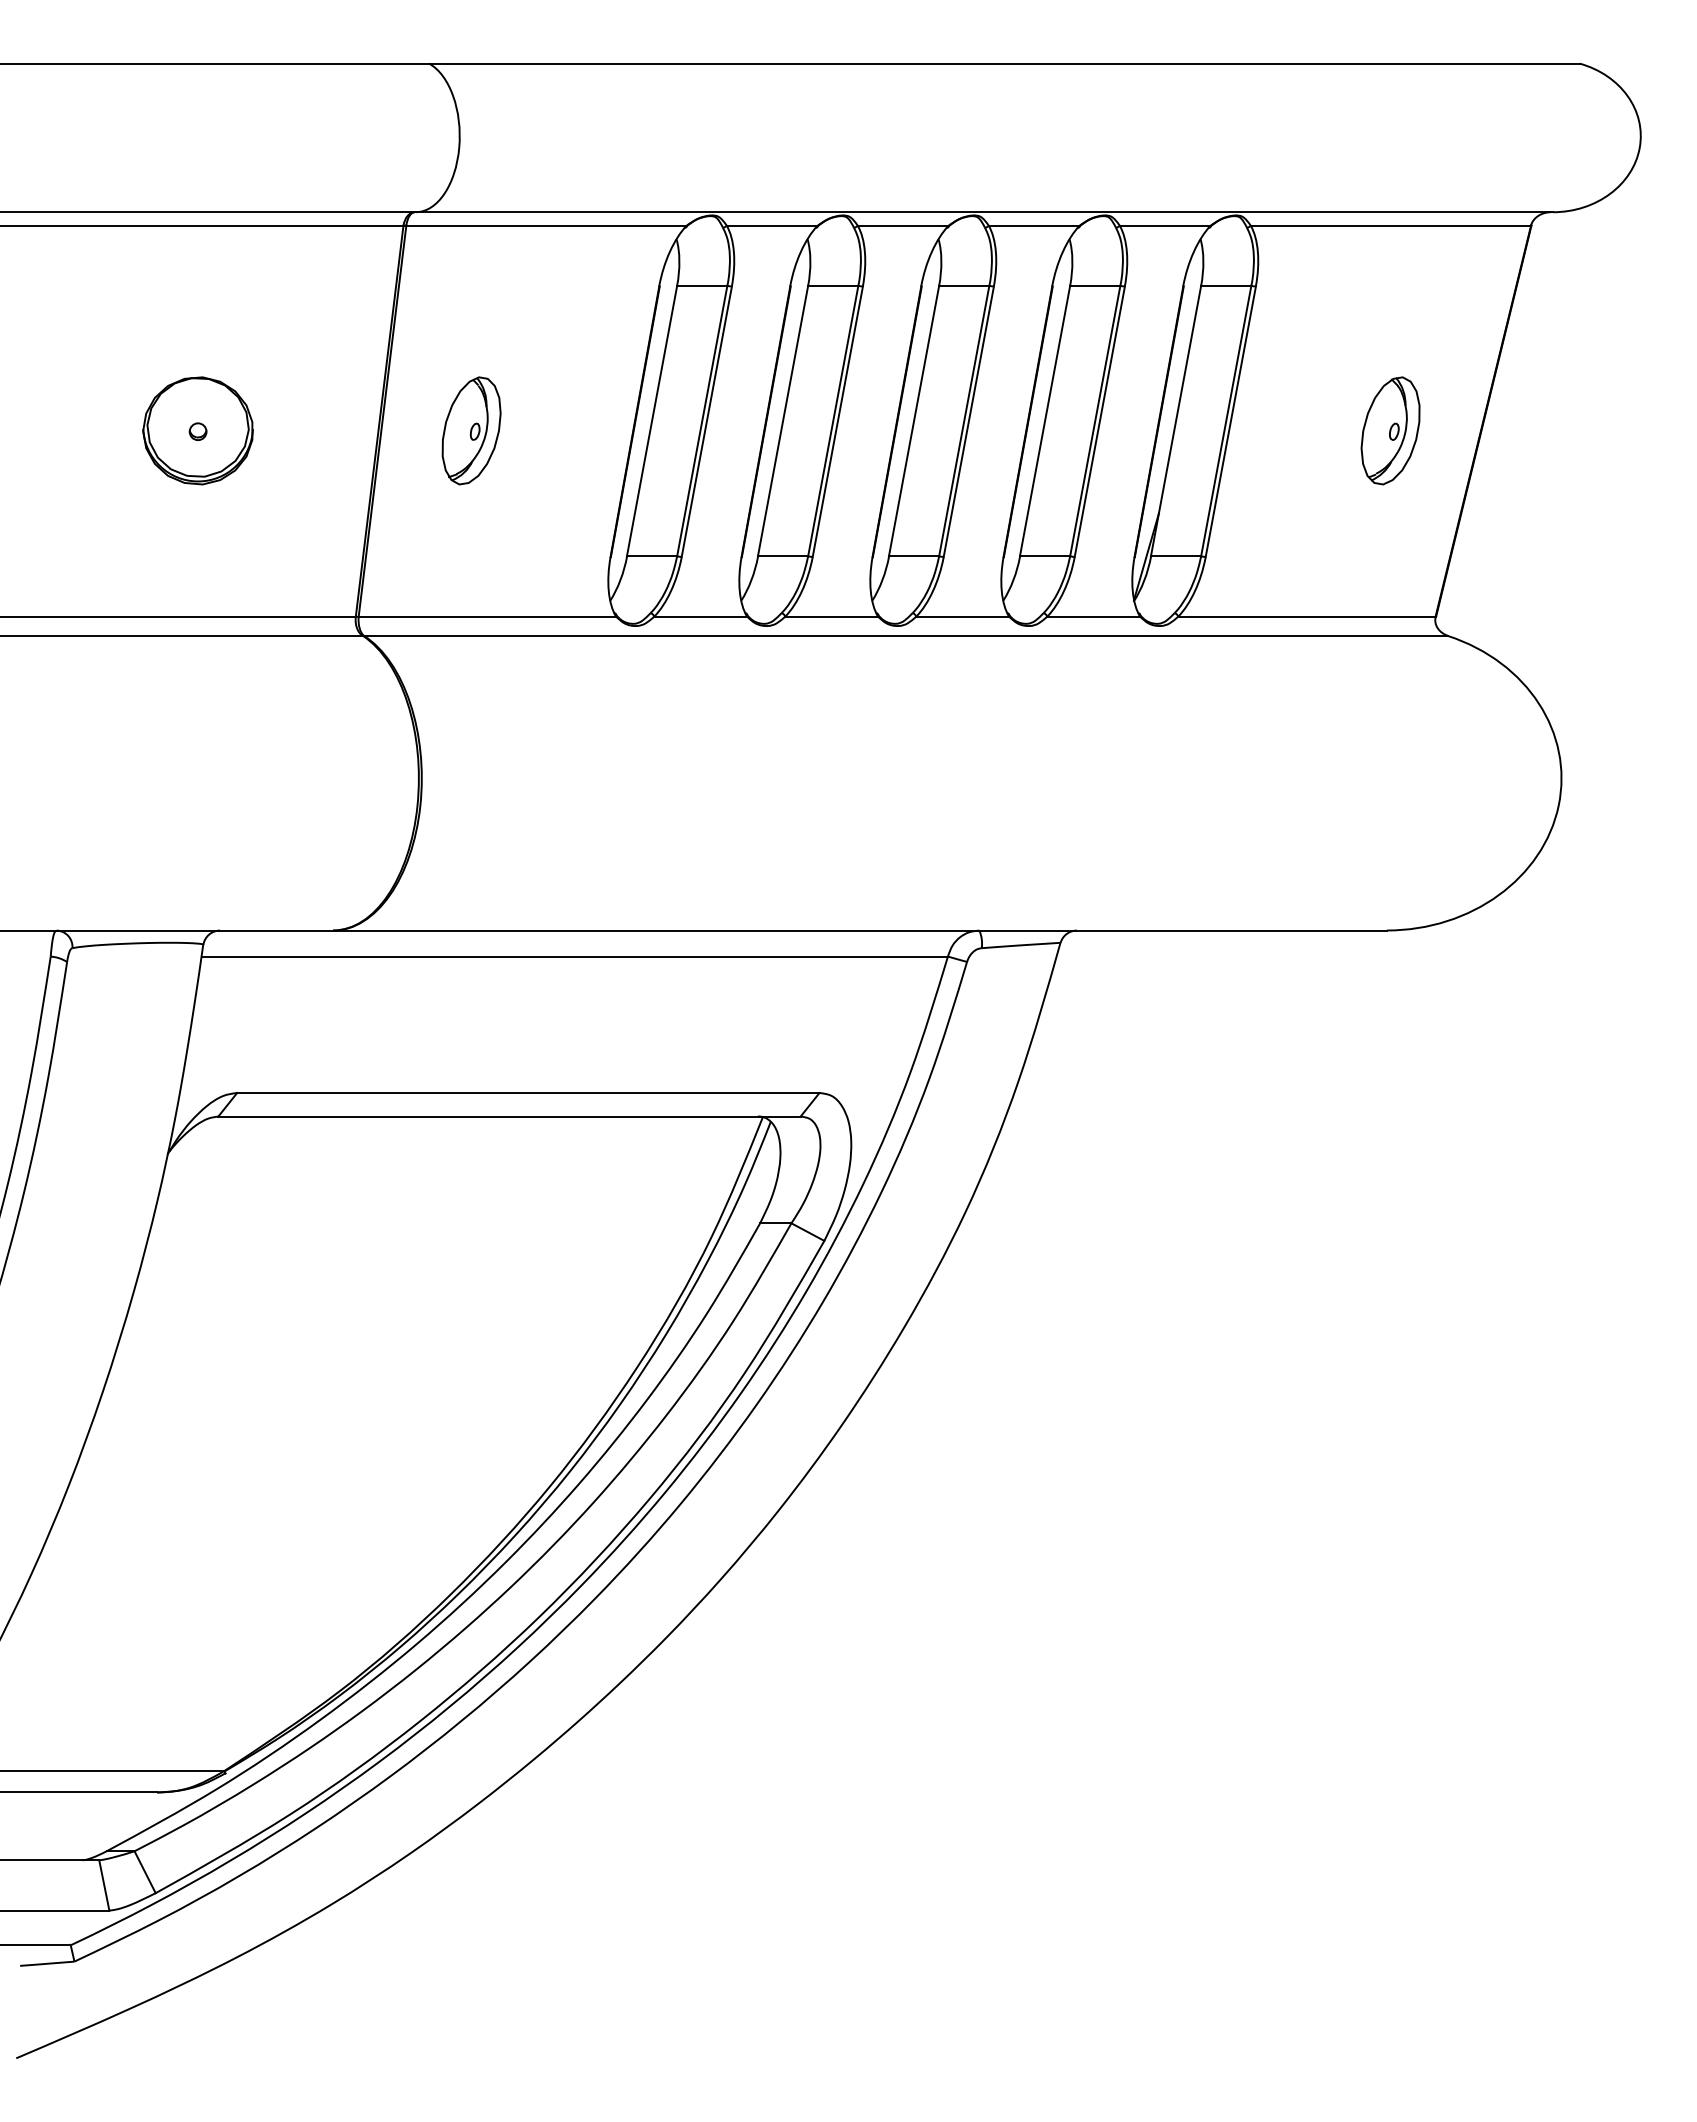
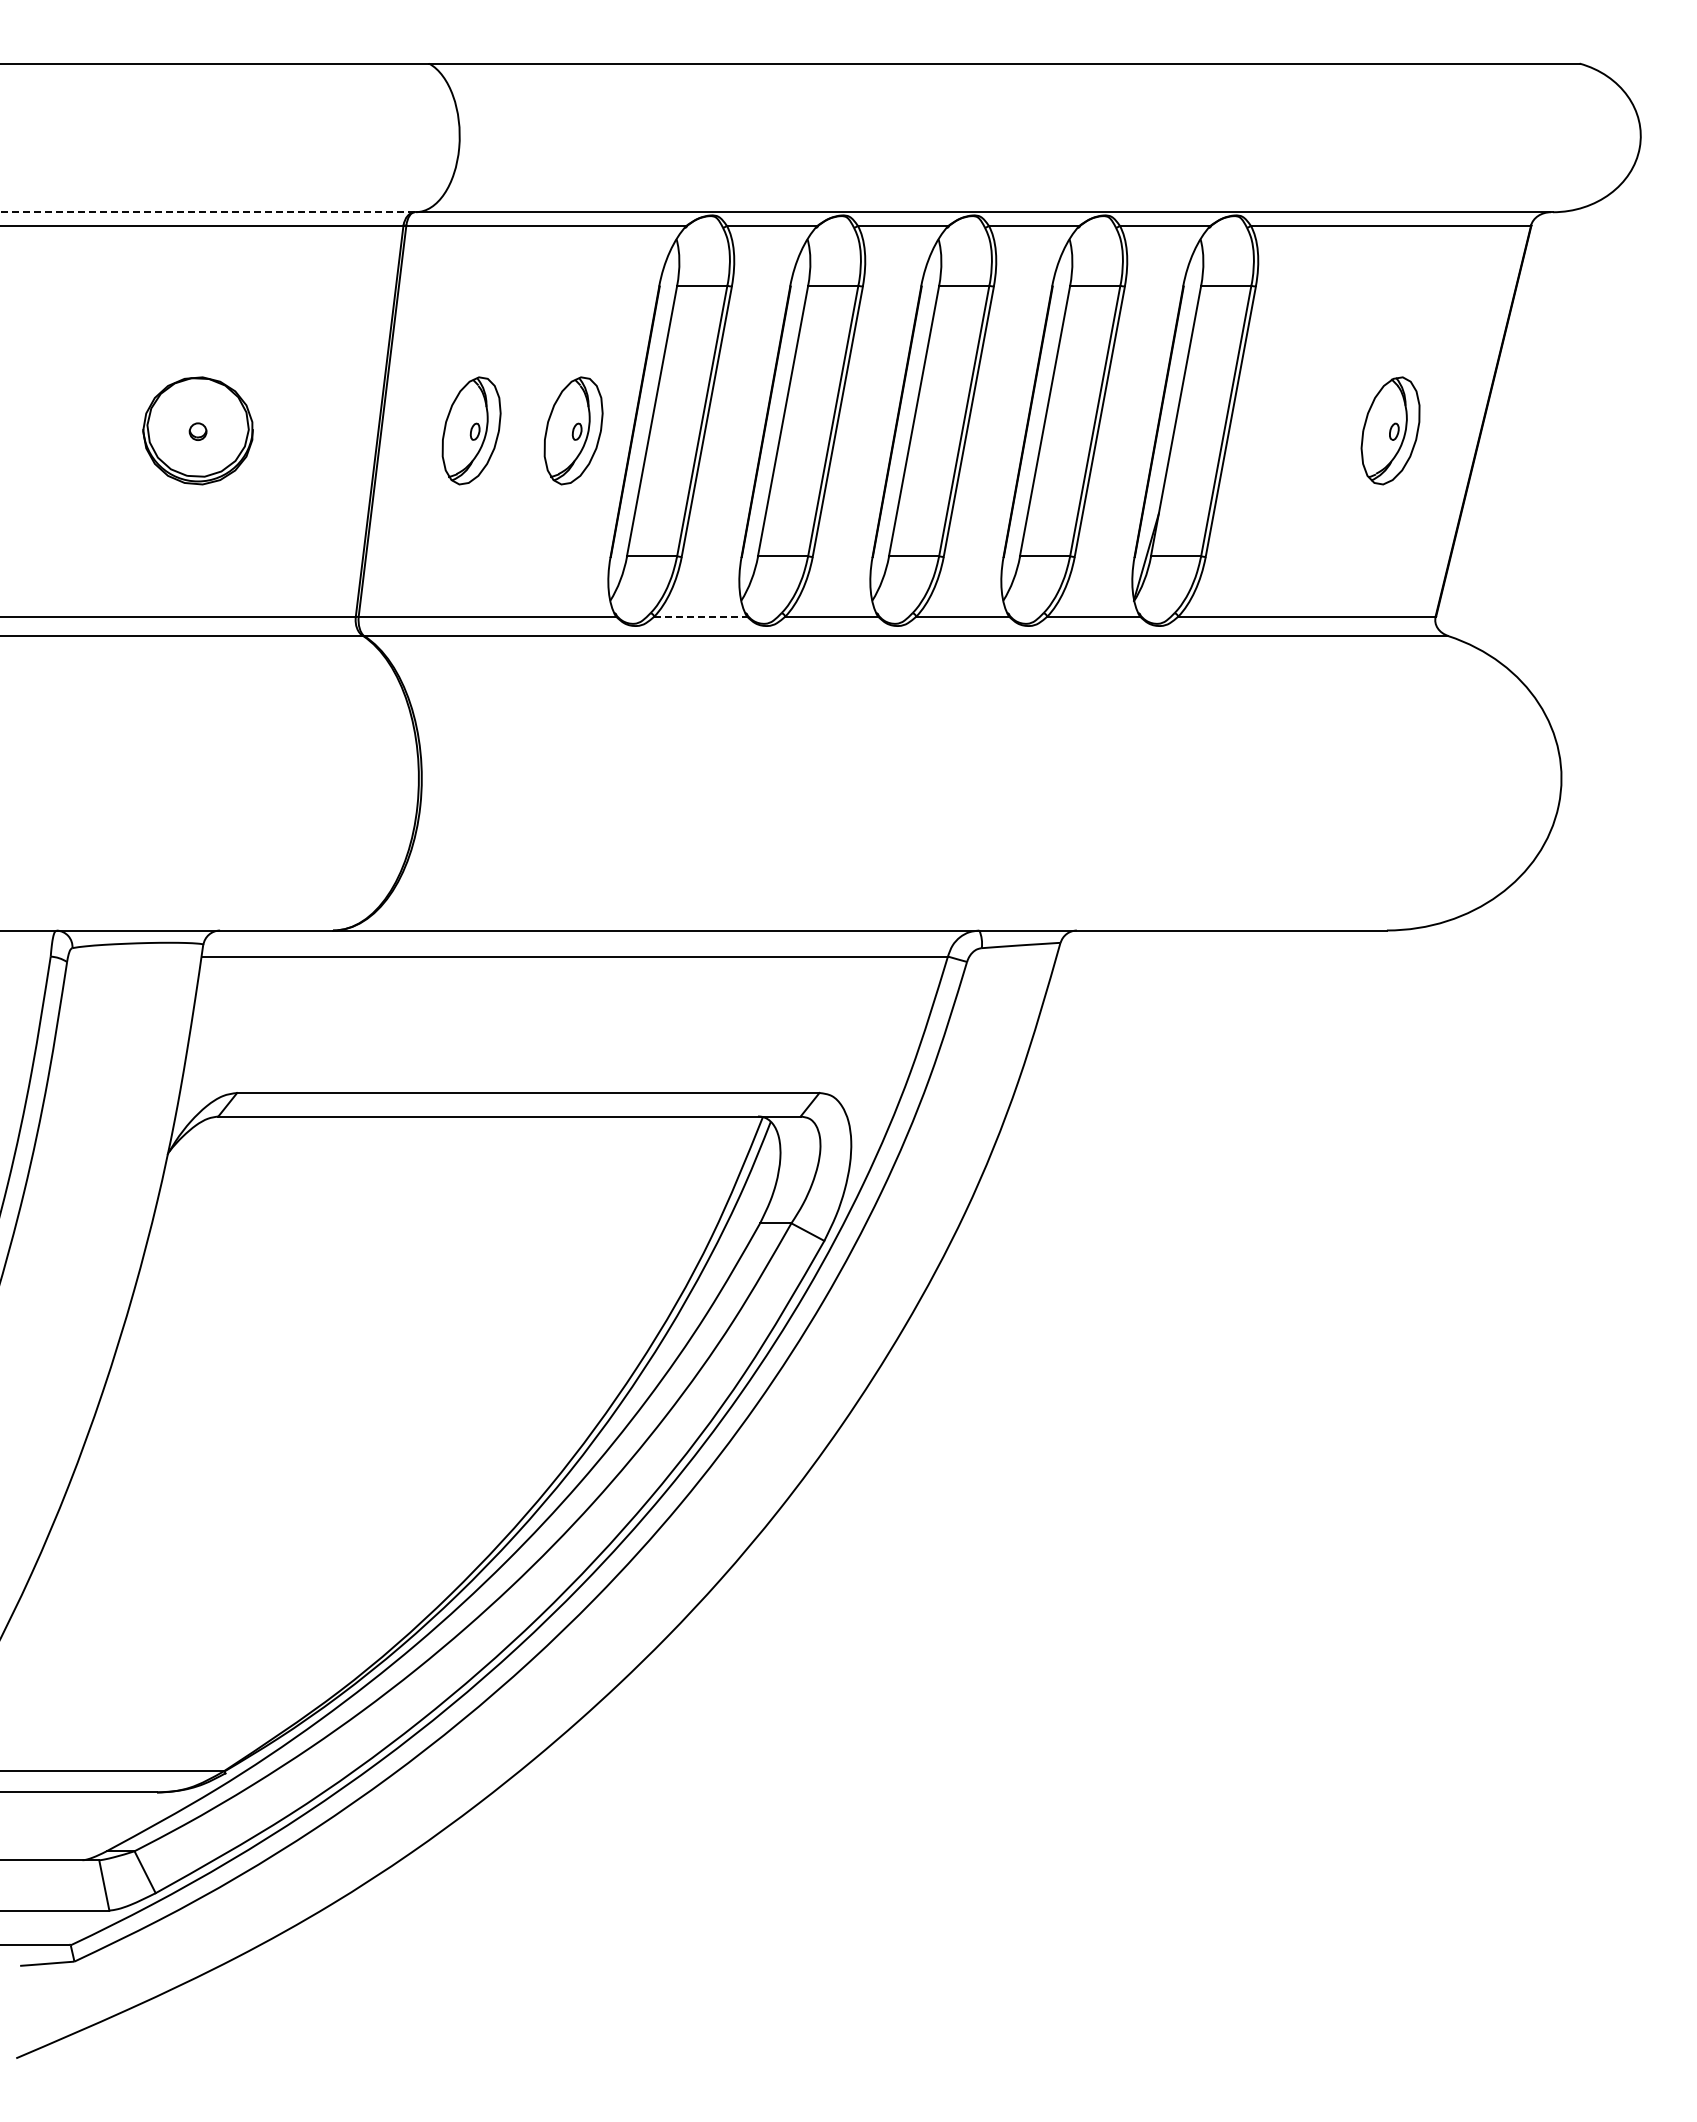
line at (208, 212): solid -> dashed
part at (573, 430): none -> present
line at (701, 616): solid -> dashed
